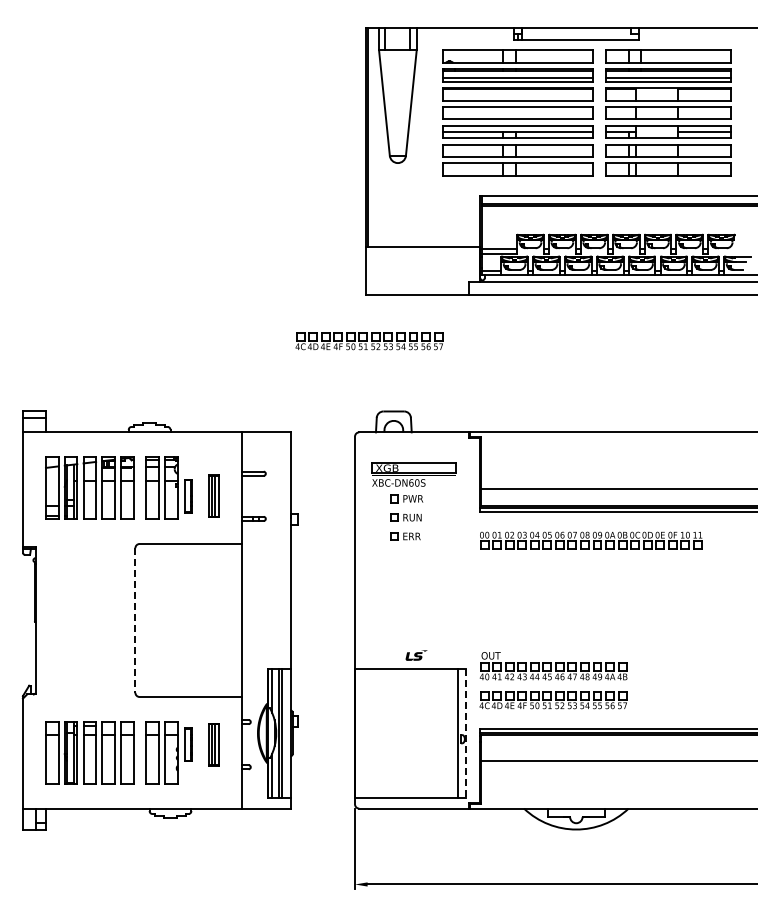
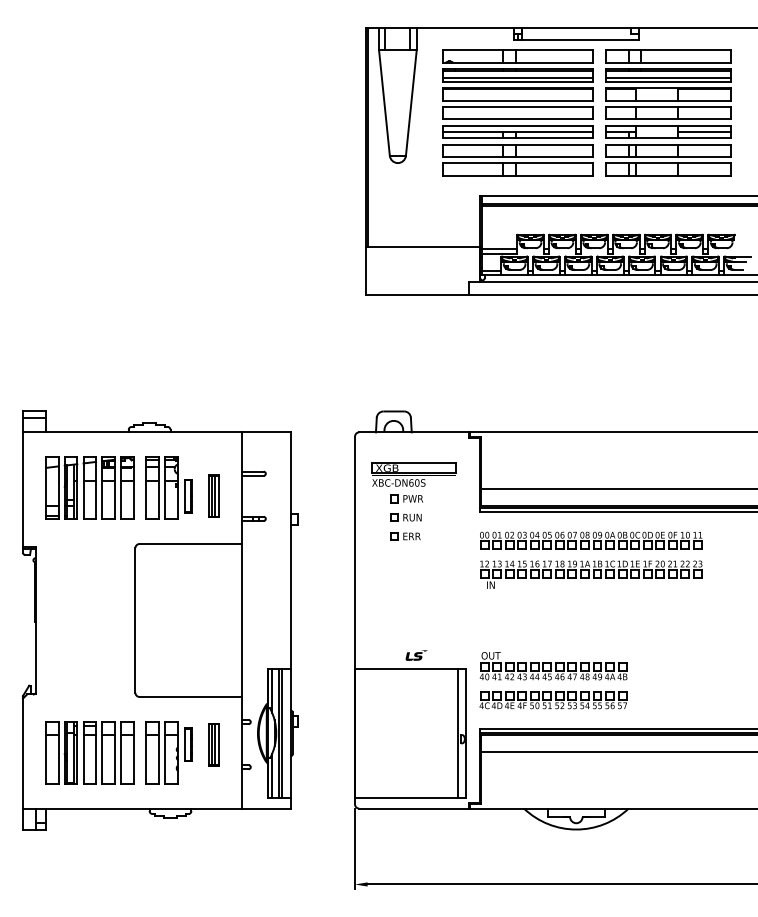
part at (369, 341): present -> none
part at (591, 574): none -> present
line at (135, 620): dashed -> solid
line at (466, 733): dashed -> solid
line at (617, 760) position: (617, 760) -> (617, 751)
